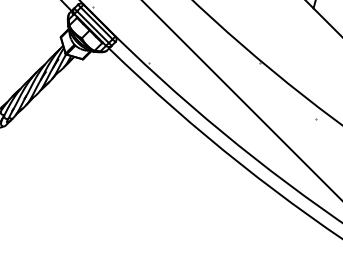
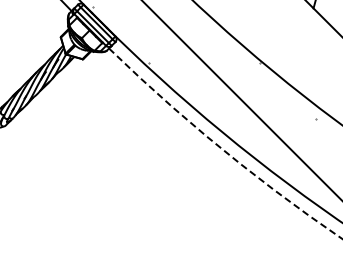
arc at (222, 149): solid -> dashed
